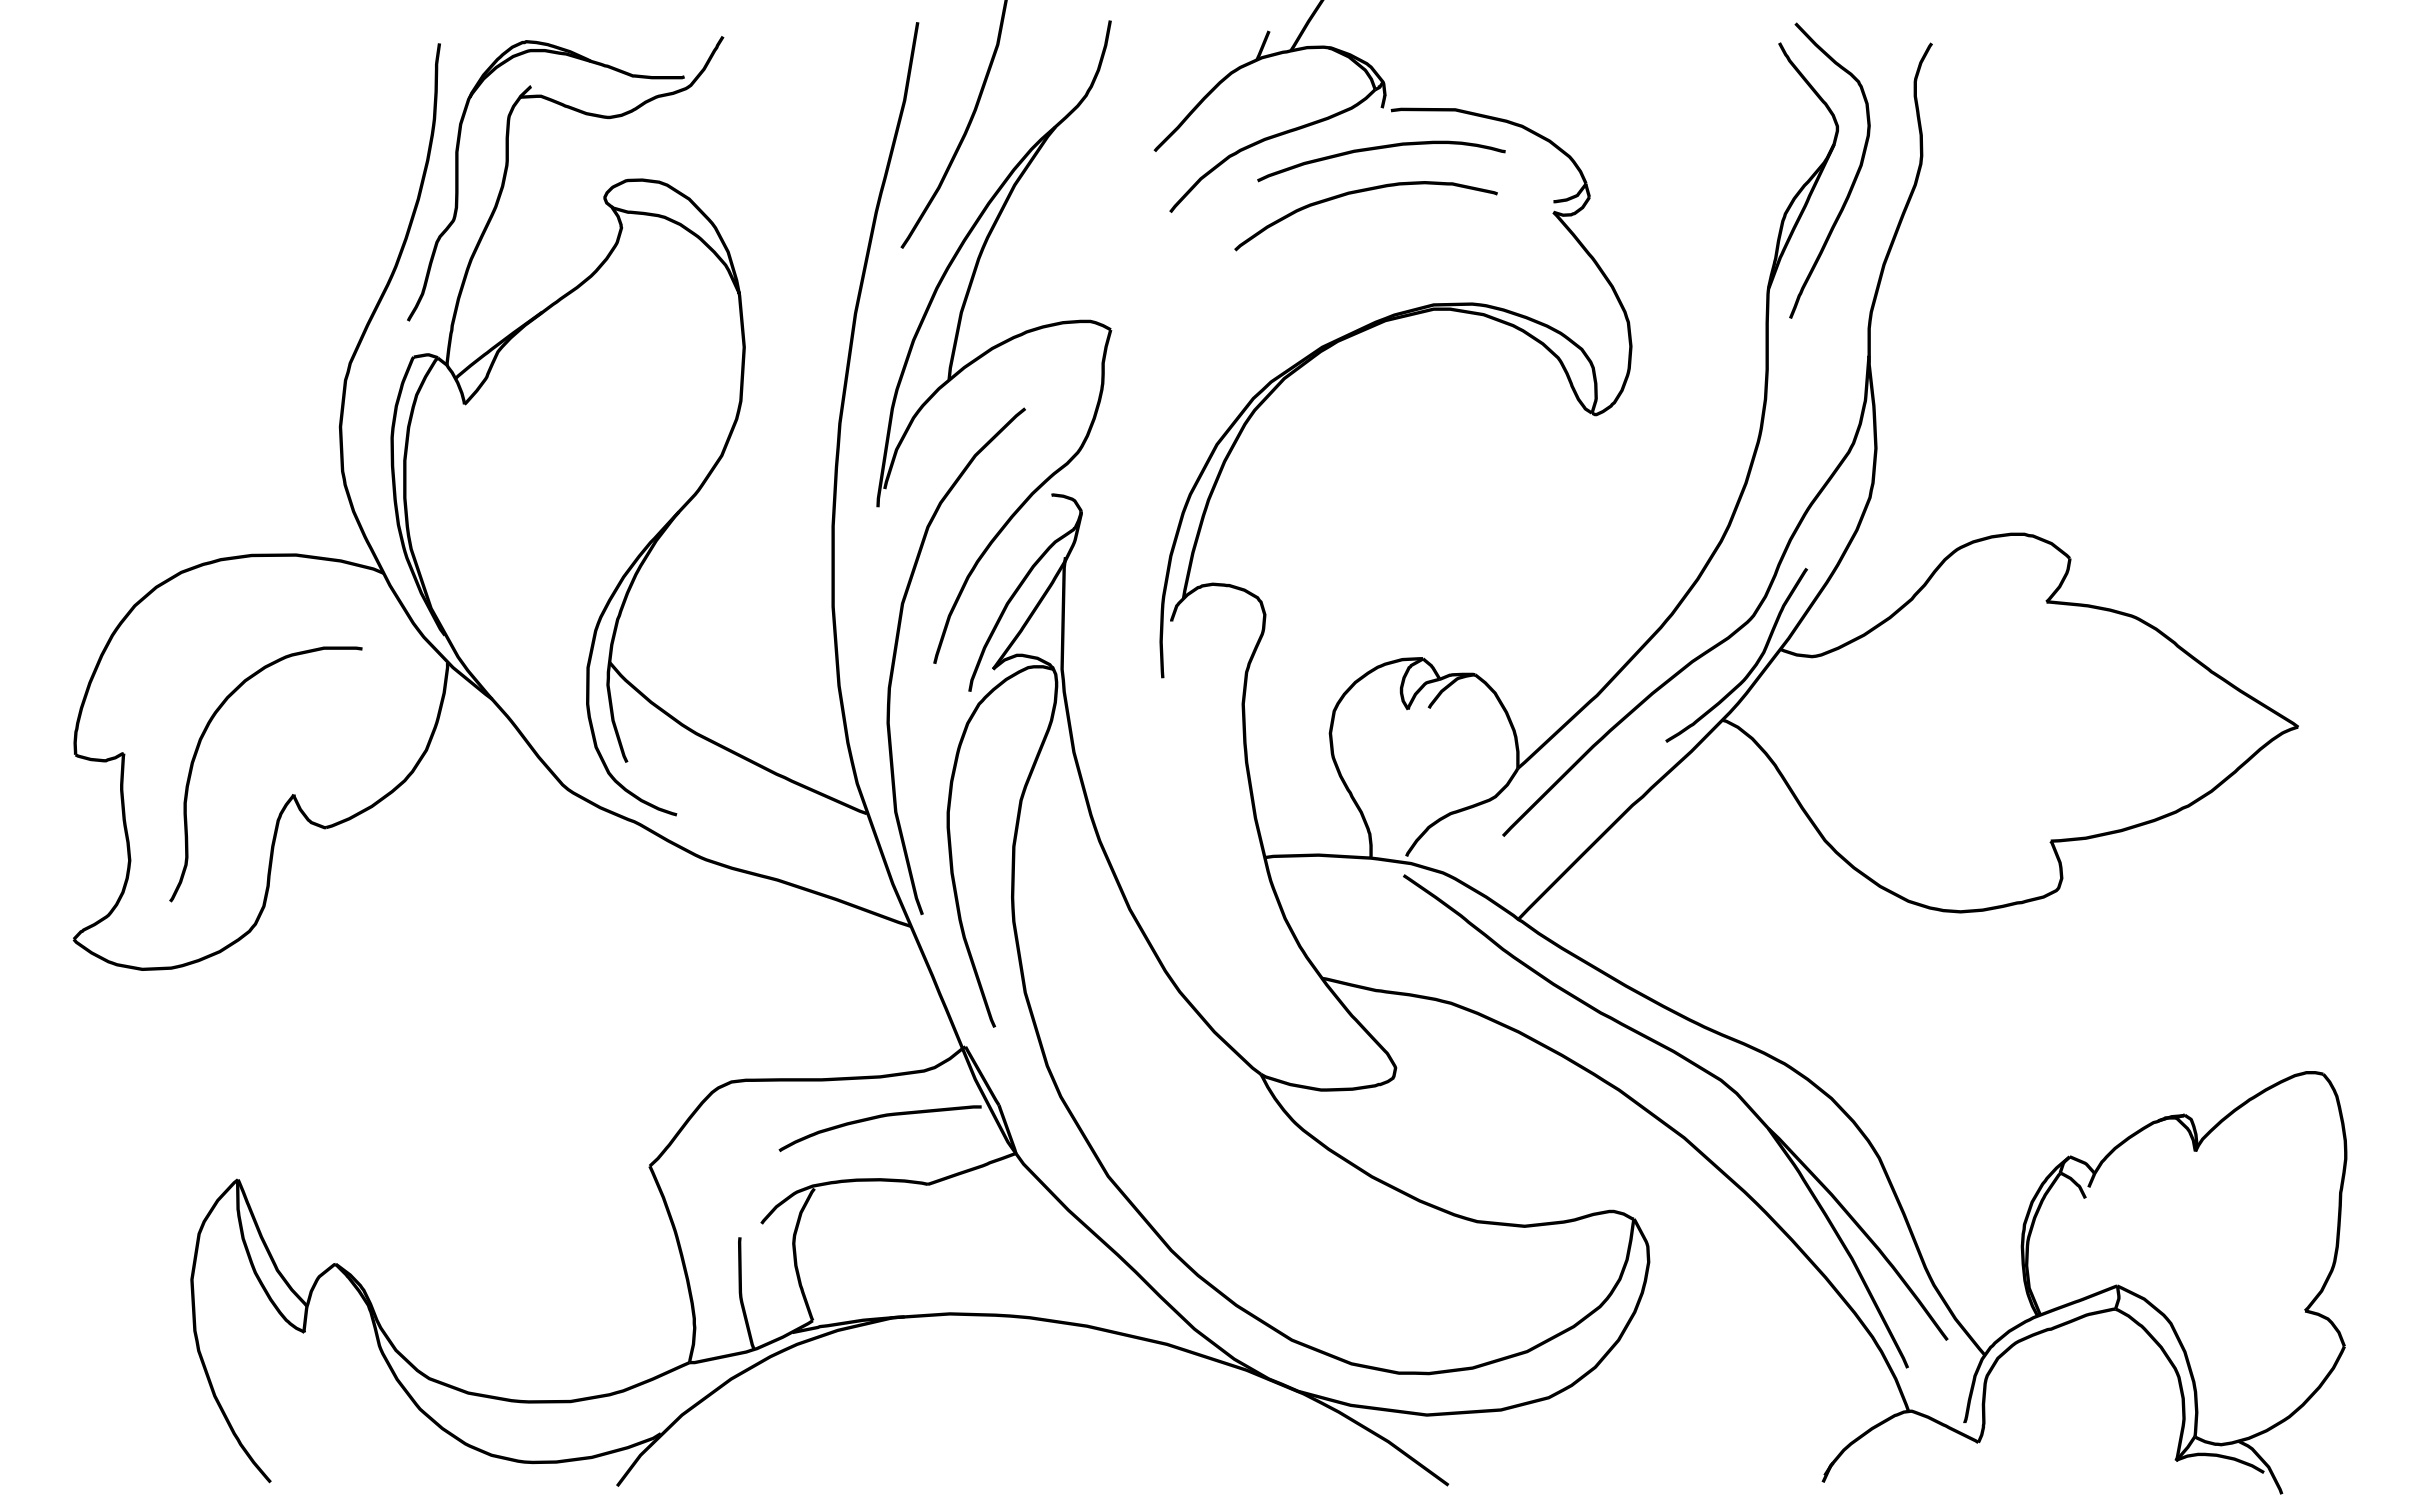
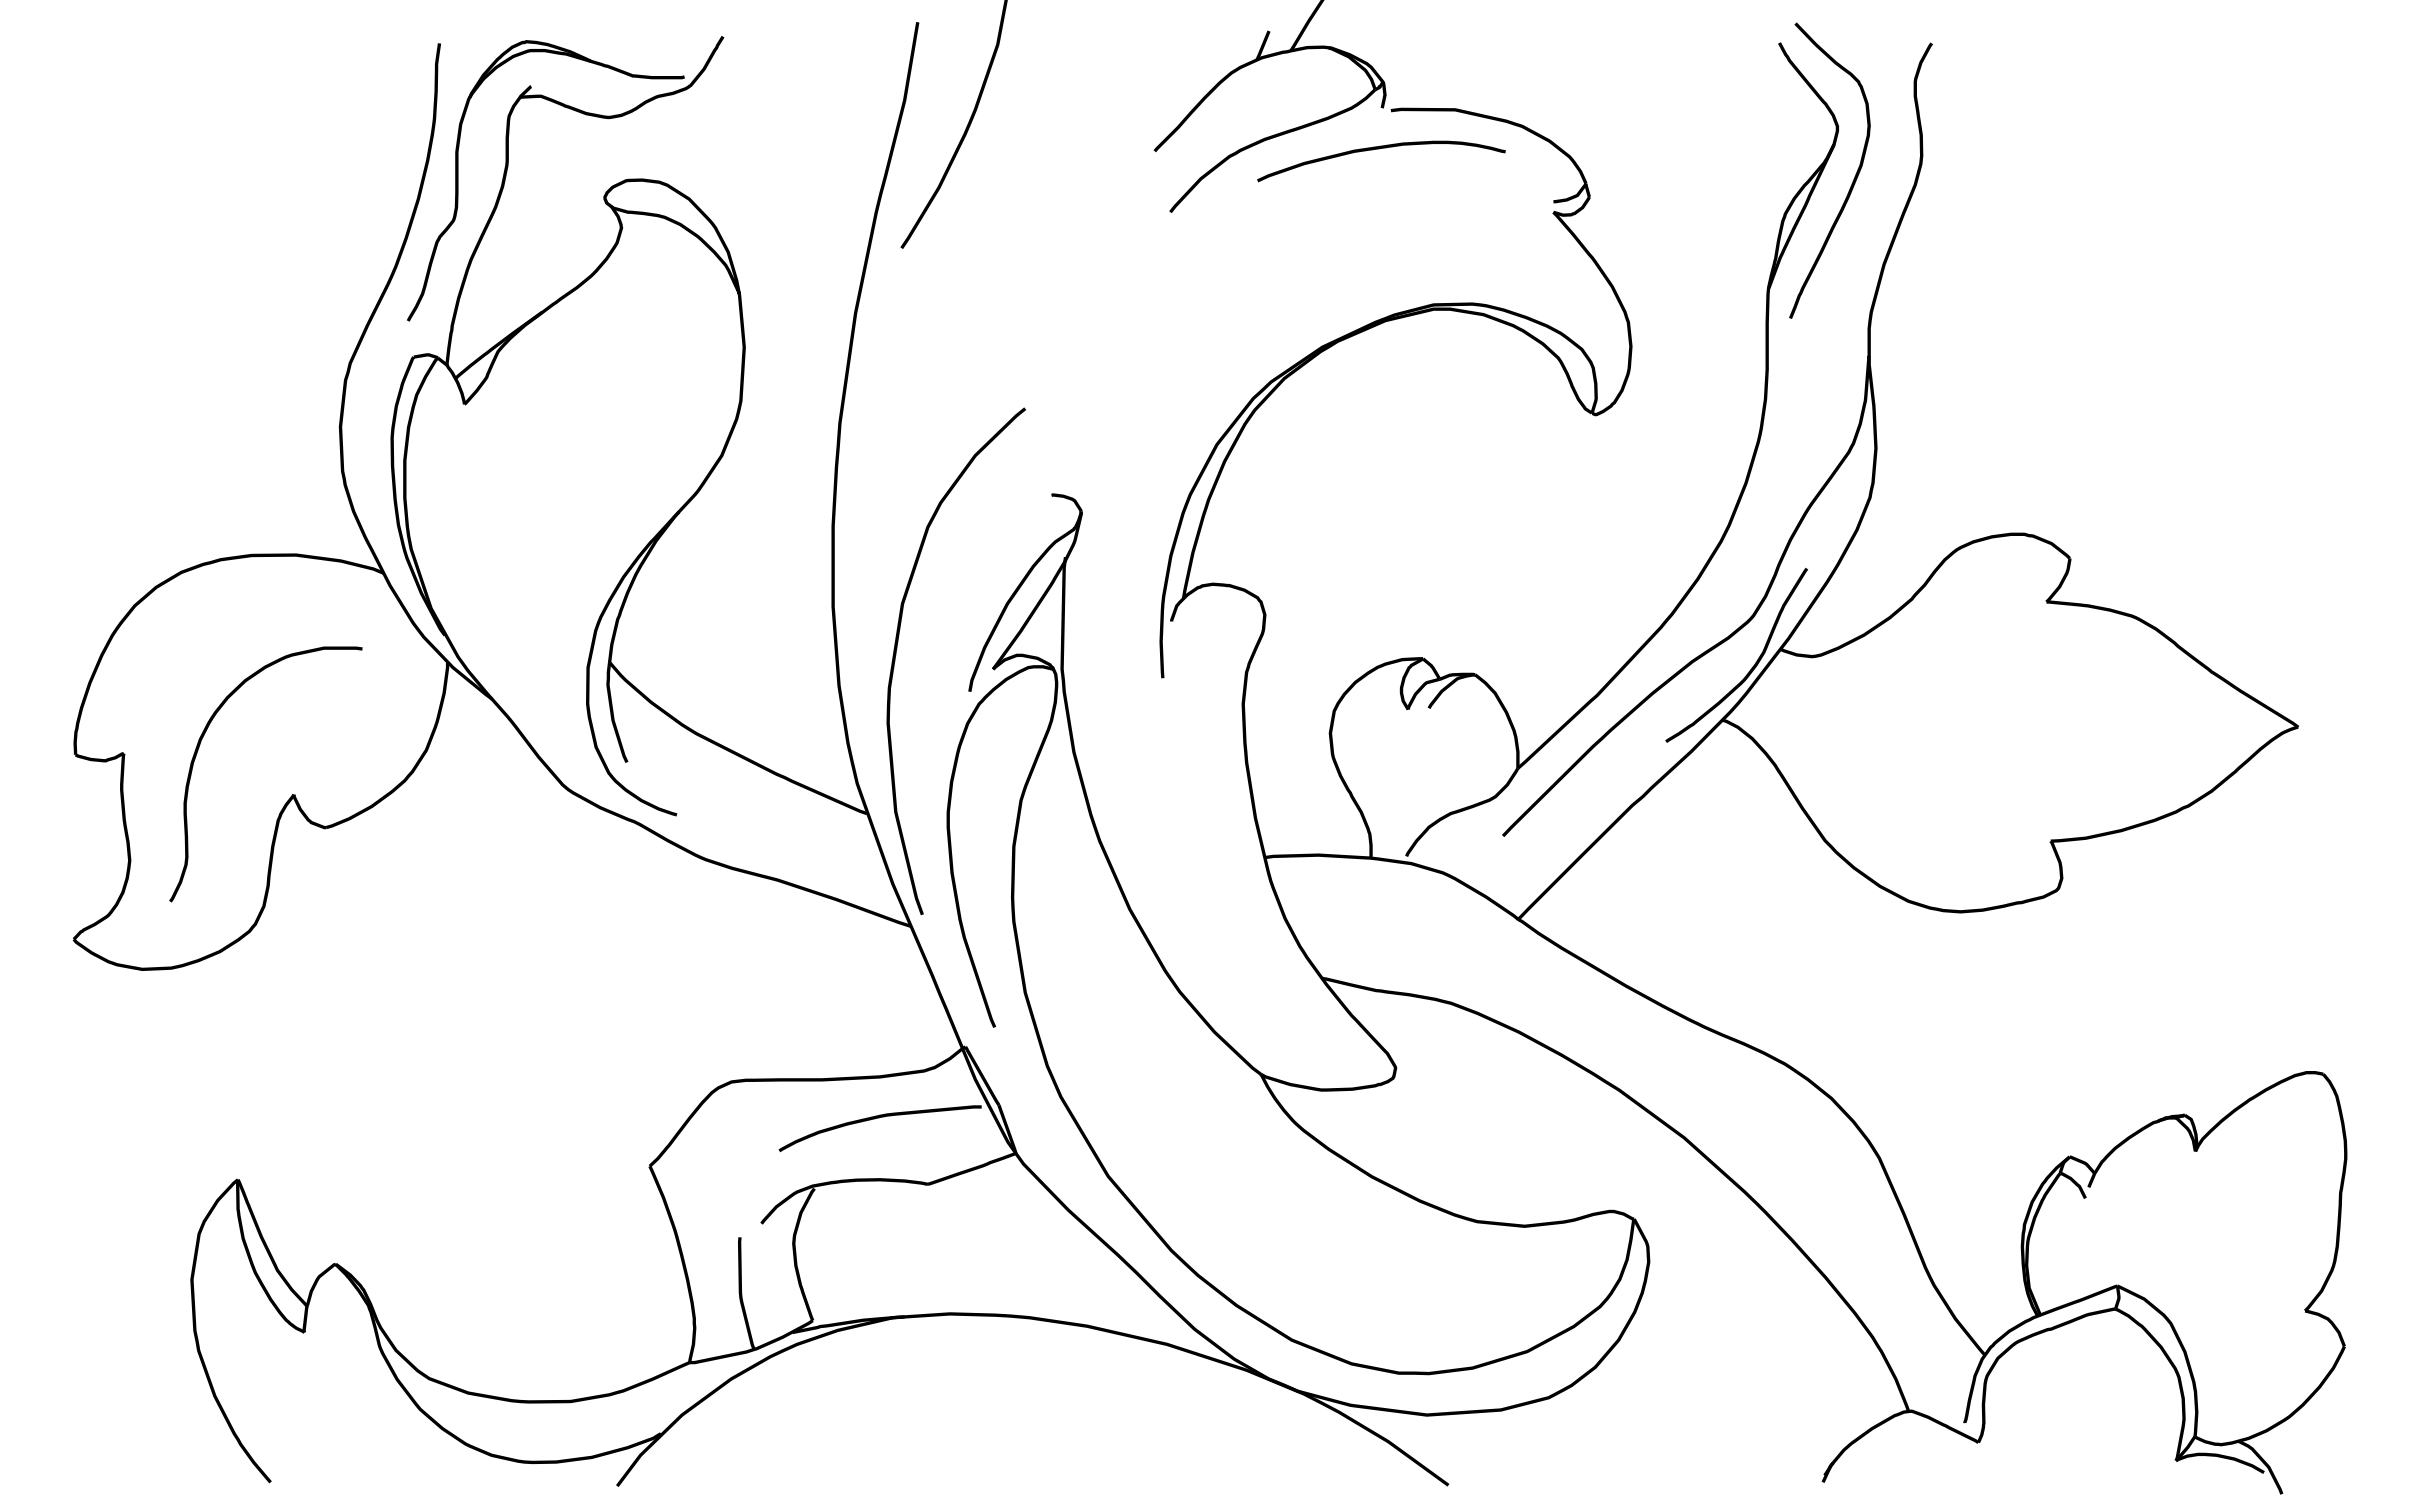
curve at (1362, 192): present -> none
part at (994, 341): present -> none
part at (1704, 1072): present -> none
